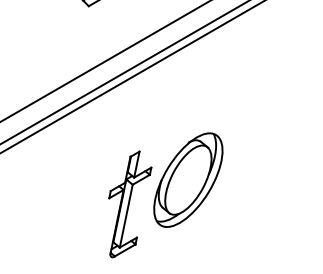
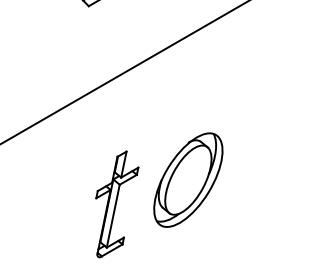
line at (104, 61): present -> none
line at (132, 77): present -> none
part at (130, 204) position: (130, 204) -> (117, 204)
